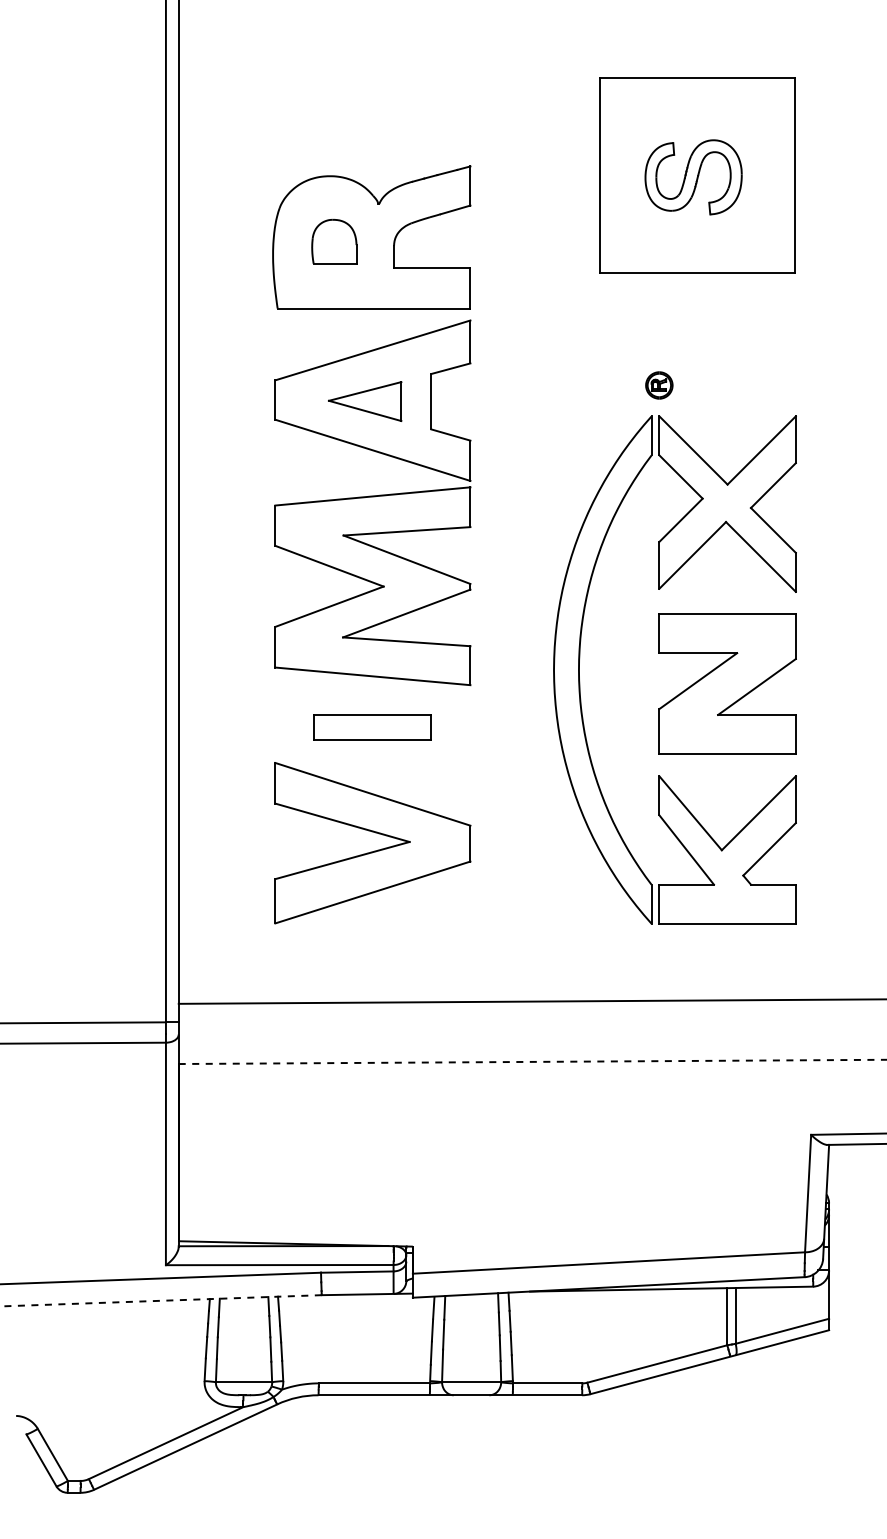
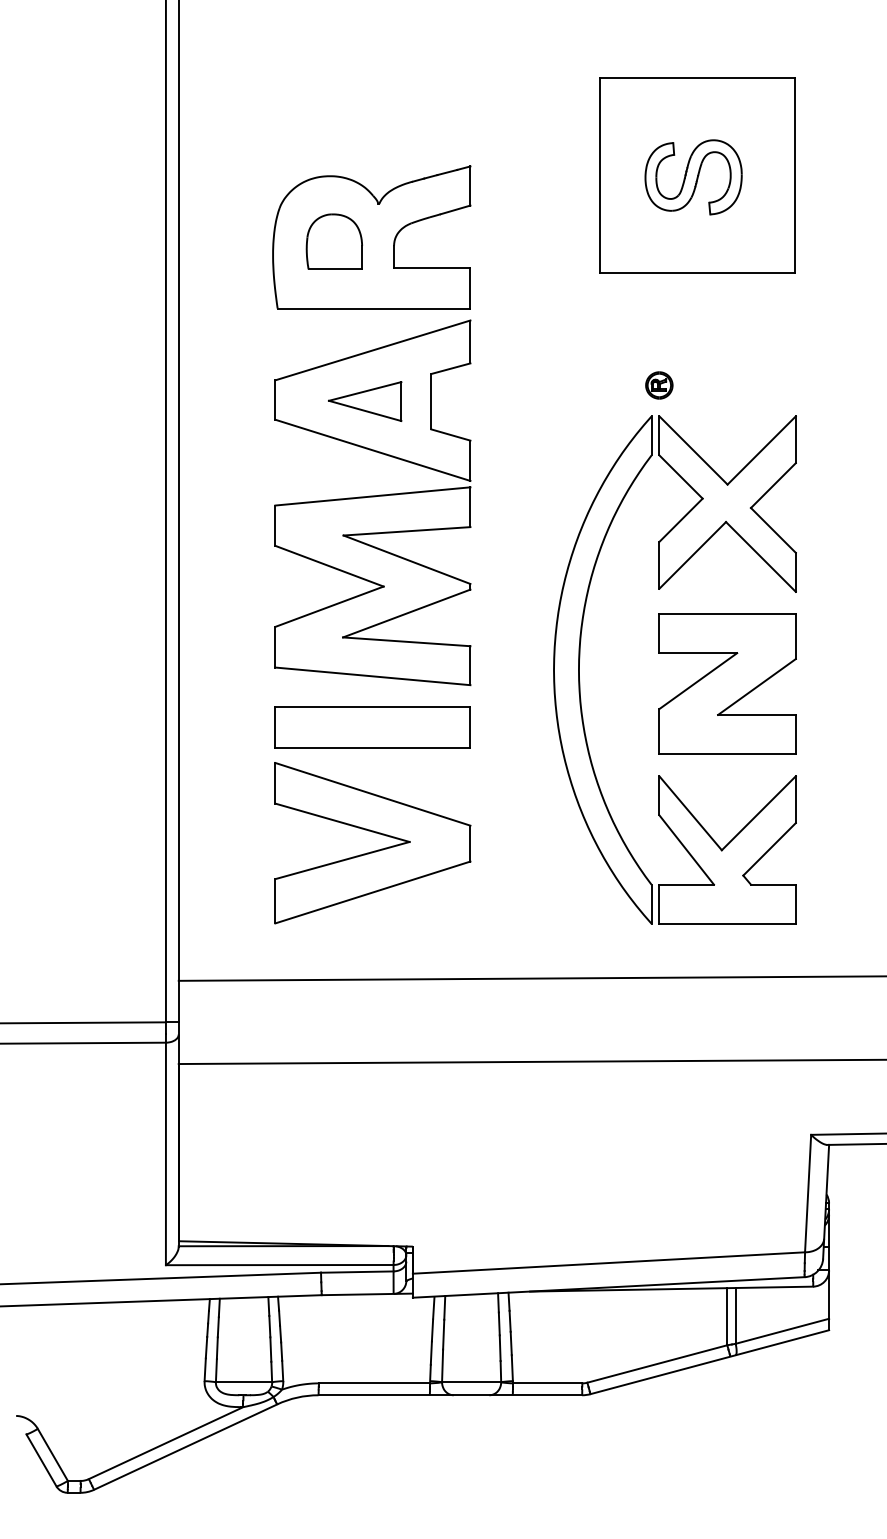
part at (334, 241) size: 47x47 px -> 58x57 px
part at (372, 727) size: 119x27 px -> 197x43 px
line at (530, 1001) position: (530, 1001) -> (530, 978)
line at (532, 1061): dashed -> solid
line at (161, 1300): dashed -> solid
